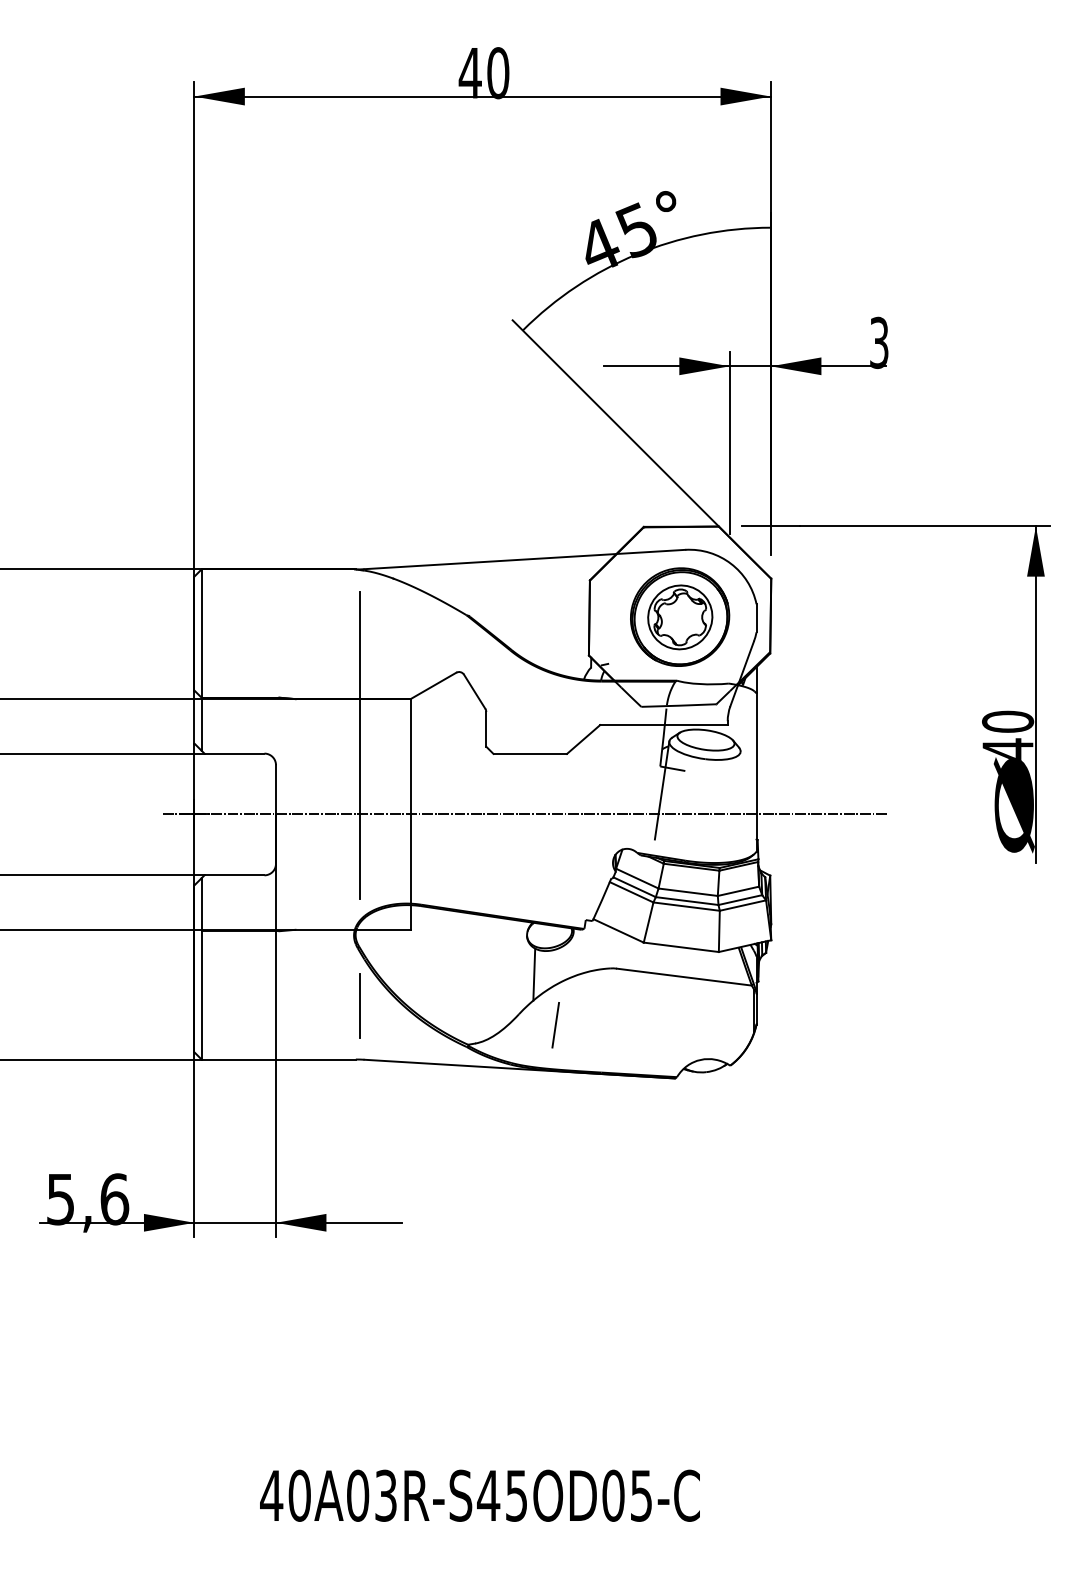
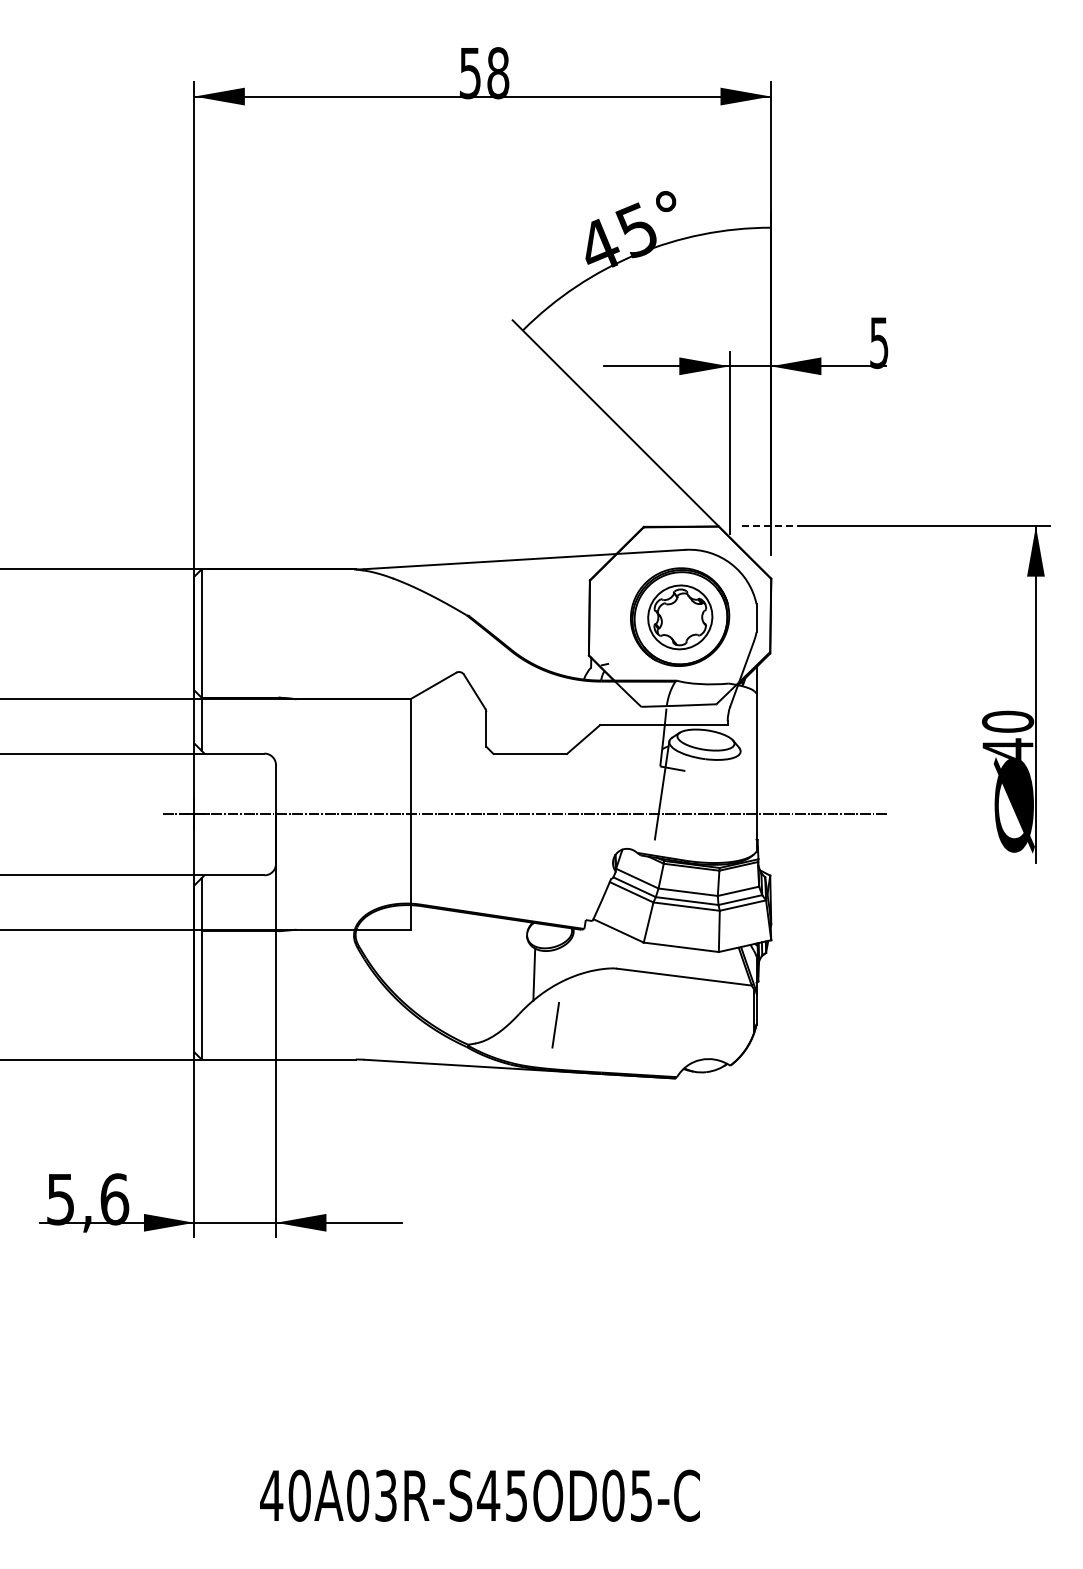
text at (483, 73): 40 -> 58
text at (879, 342): 3 -> 5
line at (770, 526): solid -> dashed
line at (360, 744): present -> none
line at (360, 1005): present -> none
